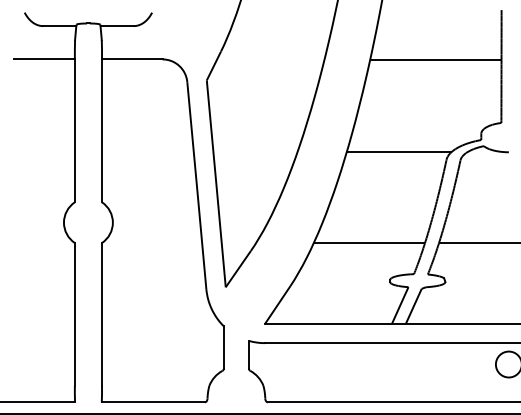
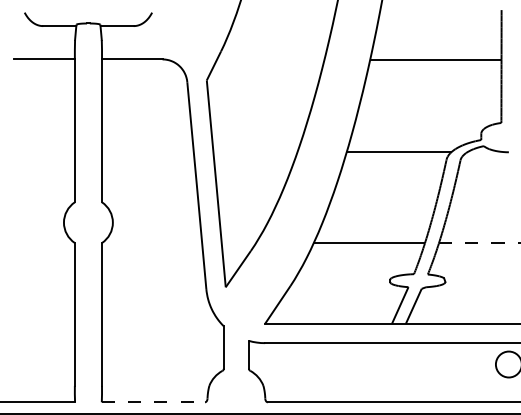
line at (479, 243): solid -> dashed
line at (153, 402): solid -> dashed
